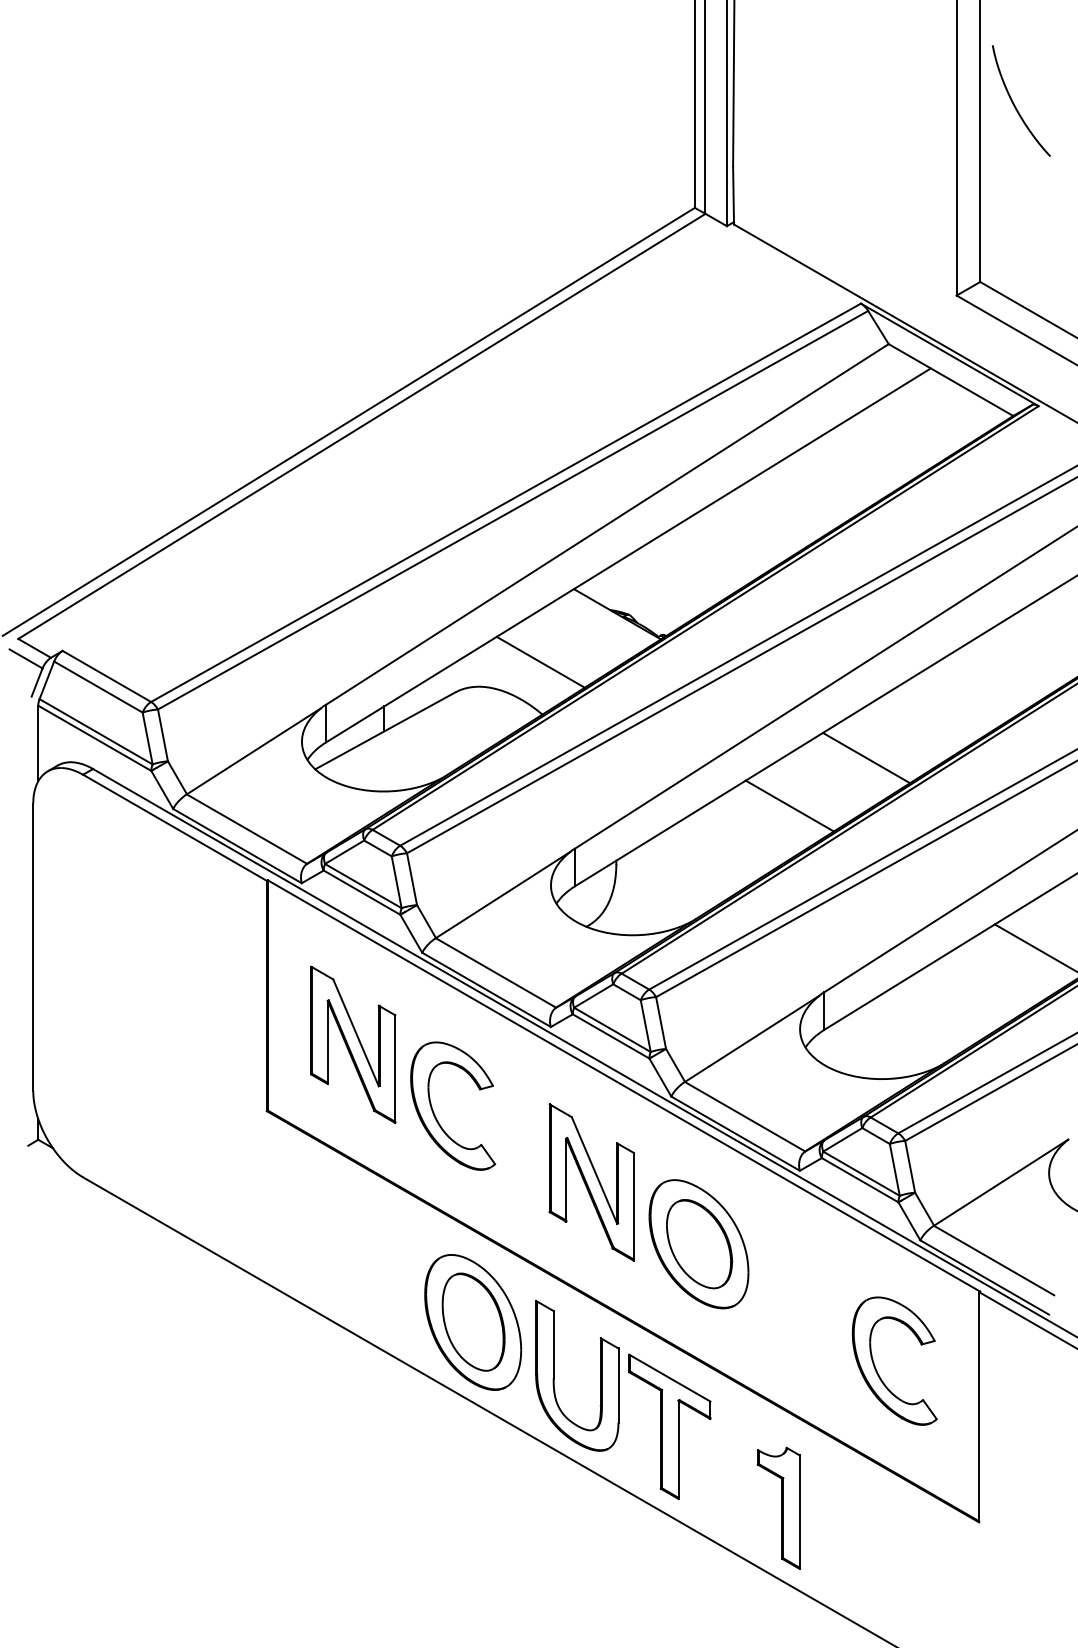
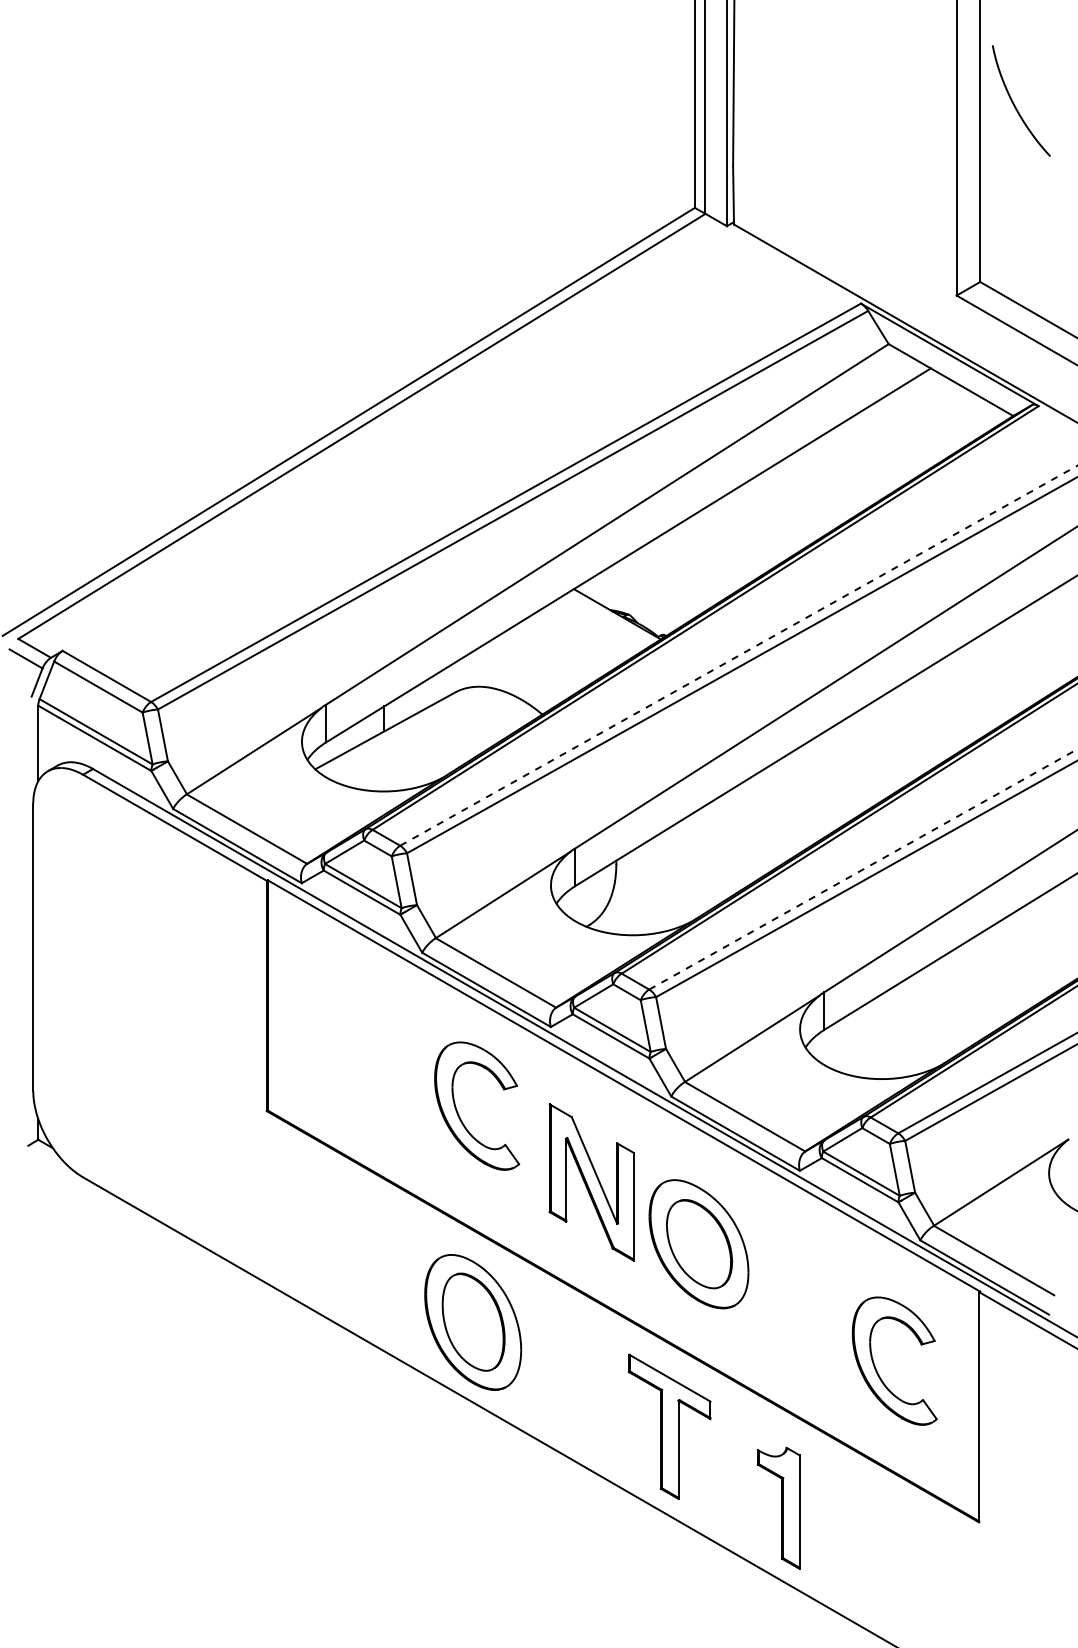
line at (739, 655): solid -> dashed
line at (540, 661): present -> none
line at (866, 757): present -> none
line at (789, 805): present -> none
line at (863, 869): solid -> dashed
line at (1034, 947): present -> none
part at (353, 1044): present -> none
part at (434, 1112) position: (434, 1112) -> (458, 1112)
part at (554, 1375): present -> none
